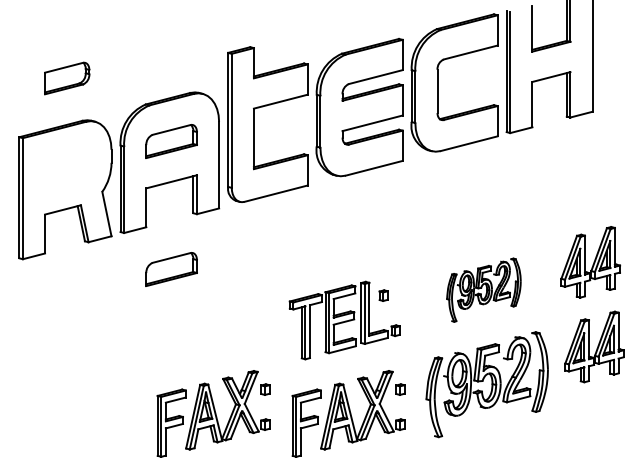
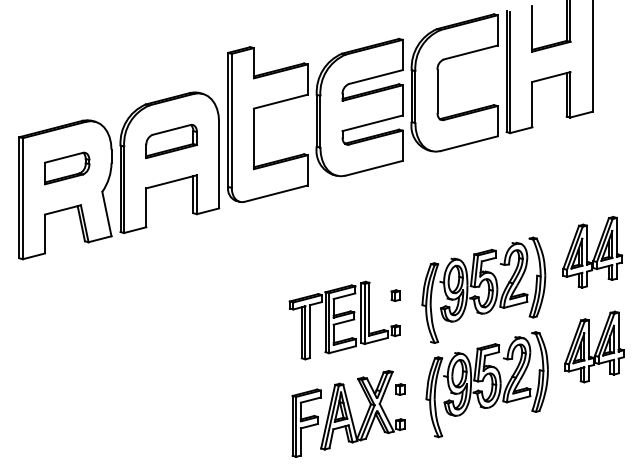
part at (67, 78) position: (67, 78) -> (67, 168)
part at (590, 262) position: (590, 262) -> (592, 252)
part at (171, 269): present -> none
part at (483, 289) size: 76x66 px -> 126x108 px
part at (383, 295) position: (383, 295) -> (395, 295)
part at (213, 413): present -> none
